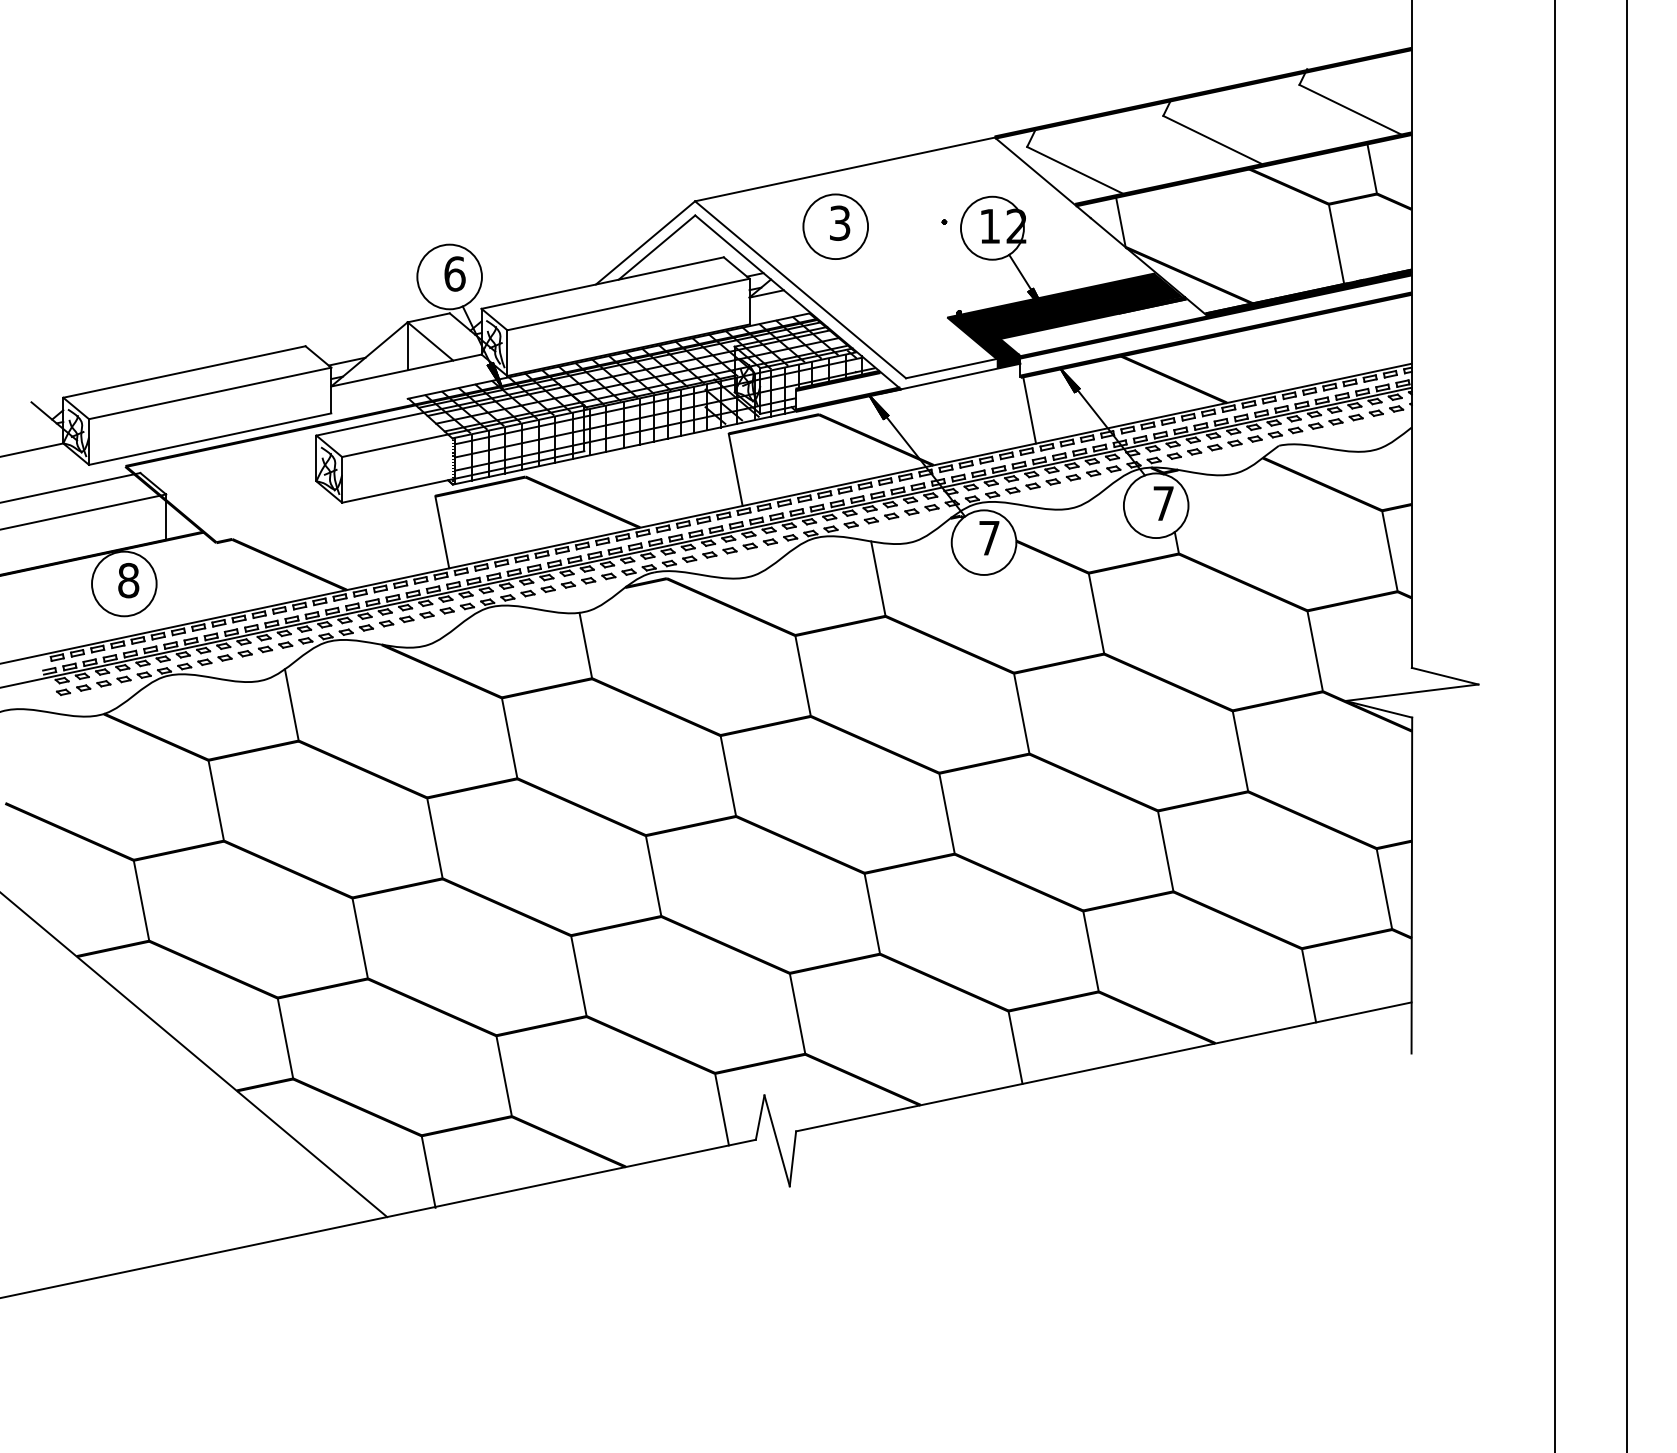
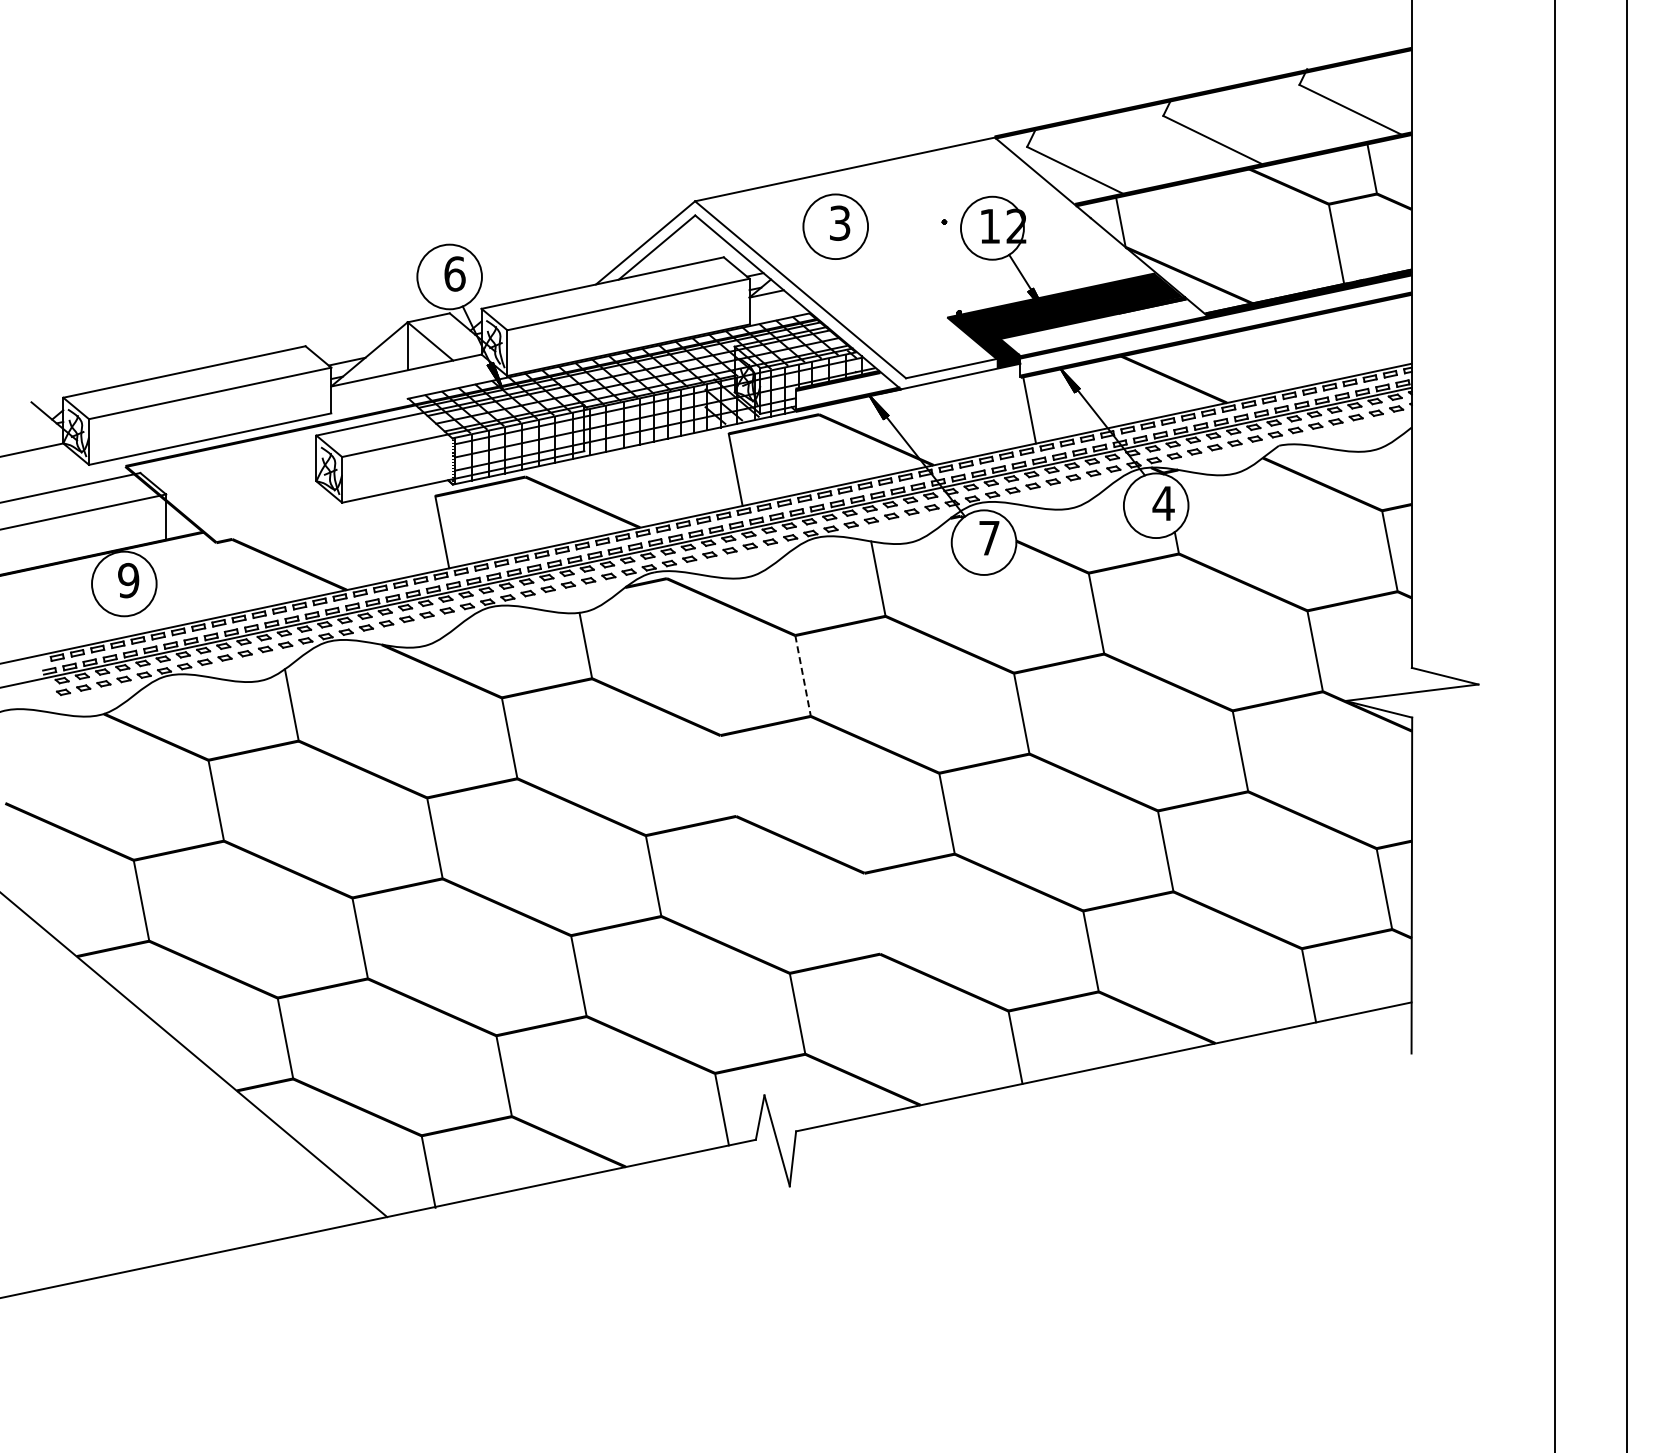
text at (1163, 503): 7 -> 4
text at (128, 580): 8 -> 9
line at (803, 676): solid -> dashed
line at (728, 775): present -> none
line at (872, 913): present -> none
